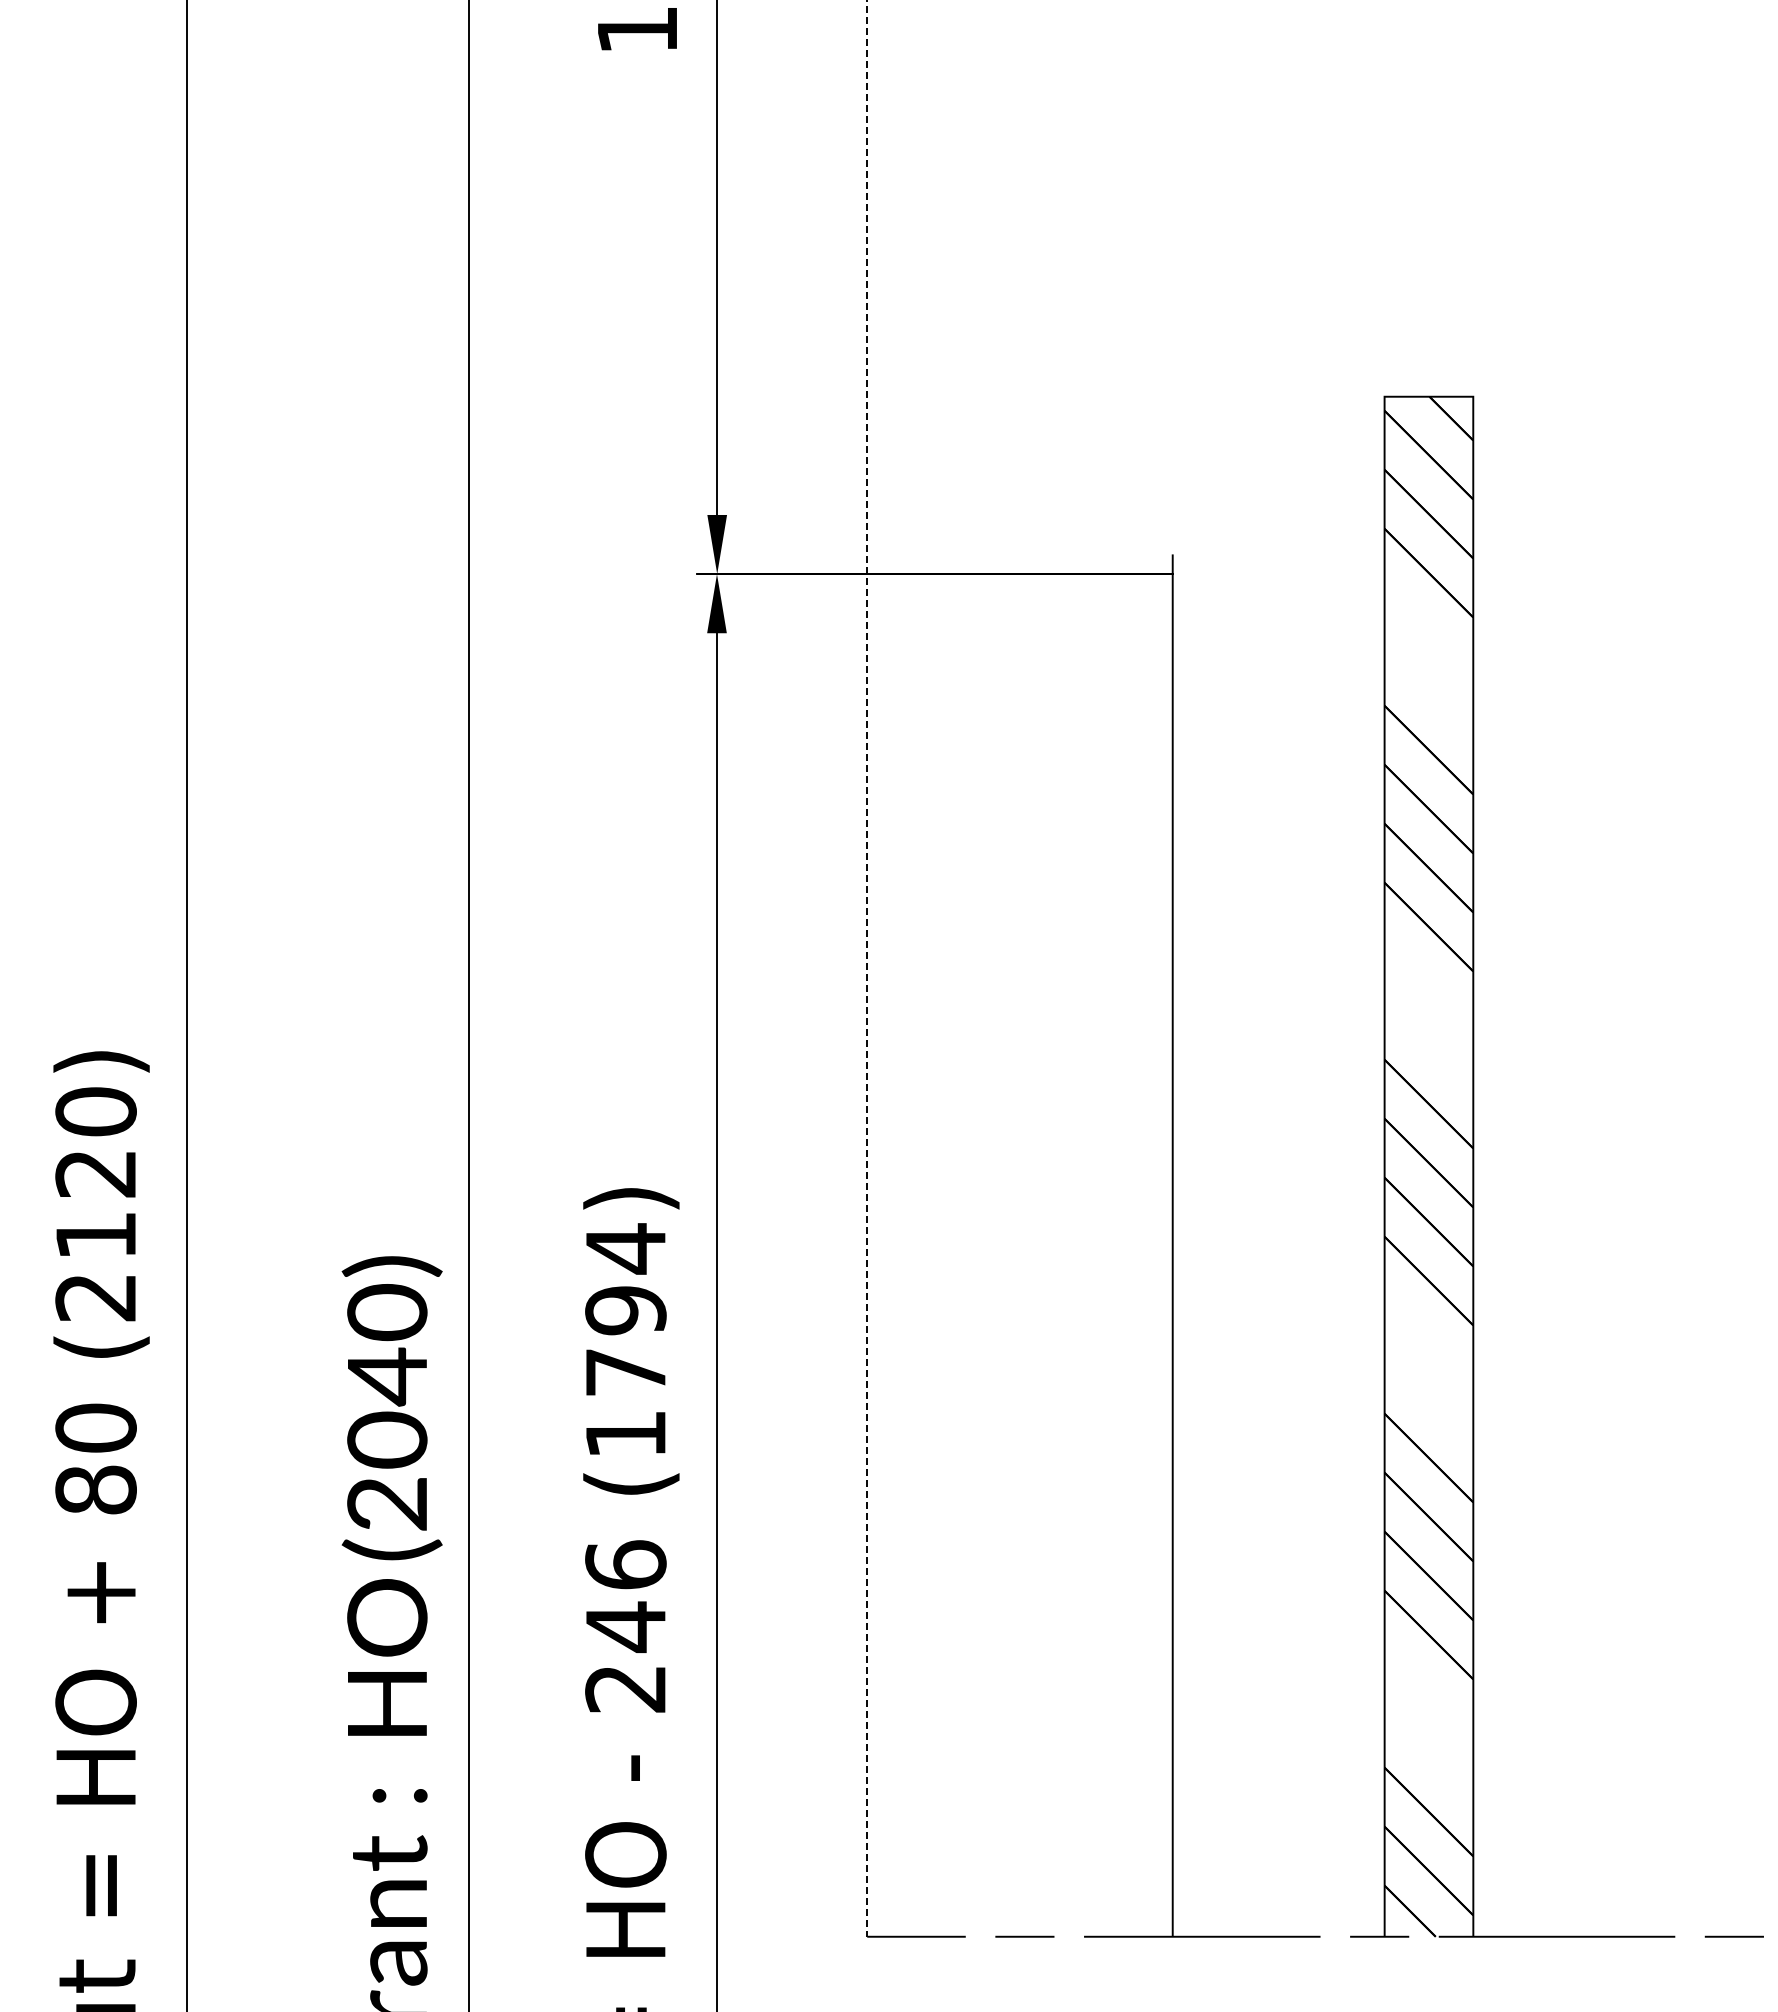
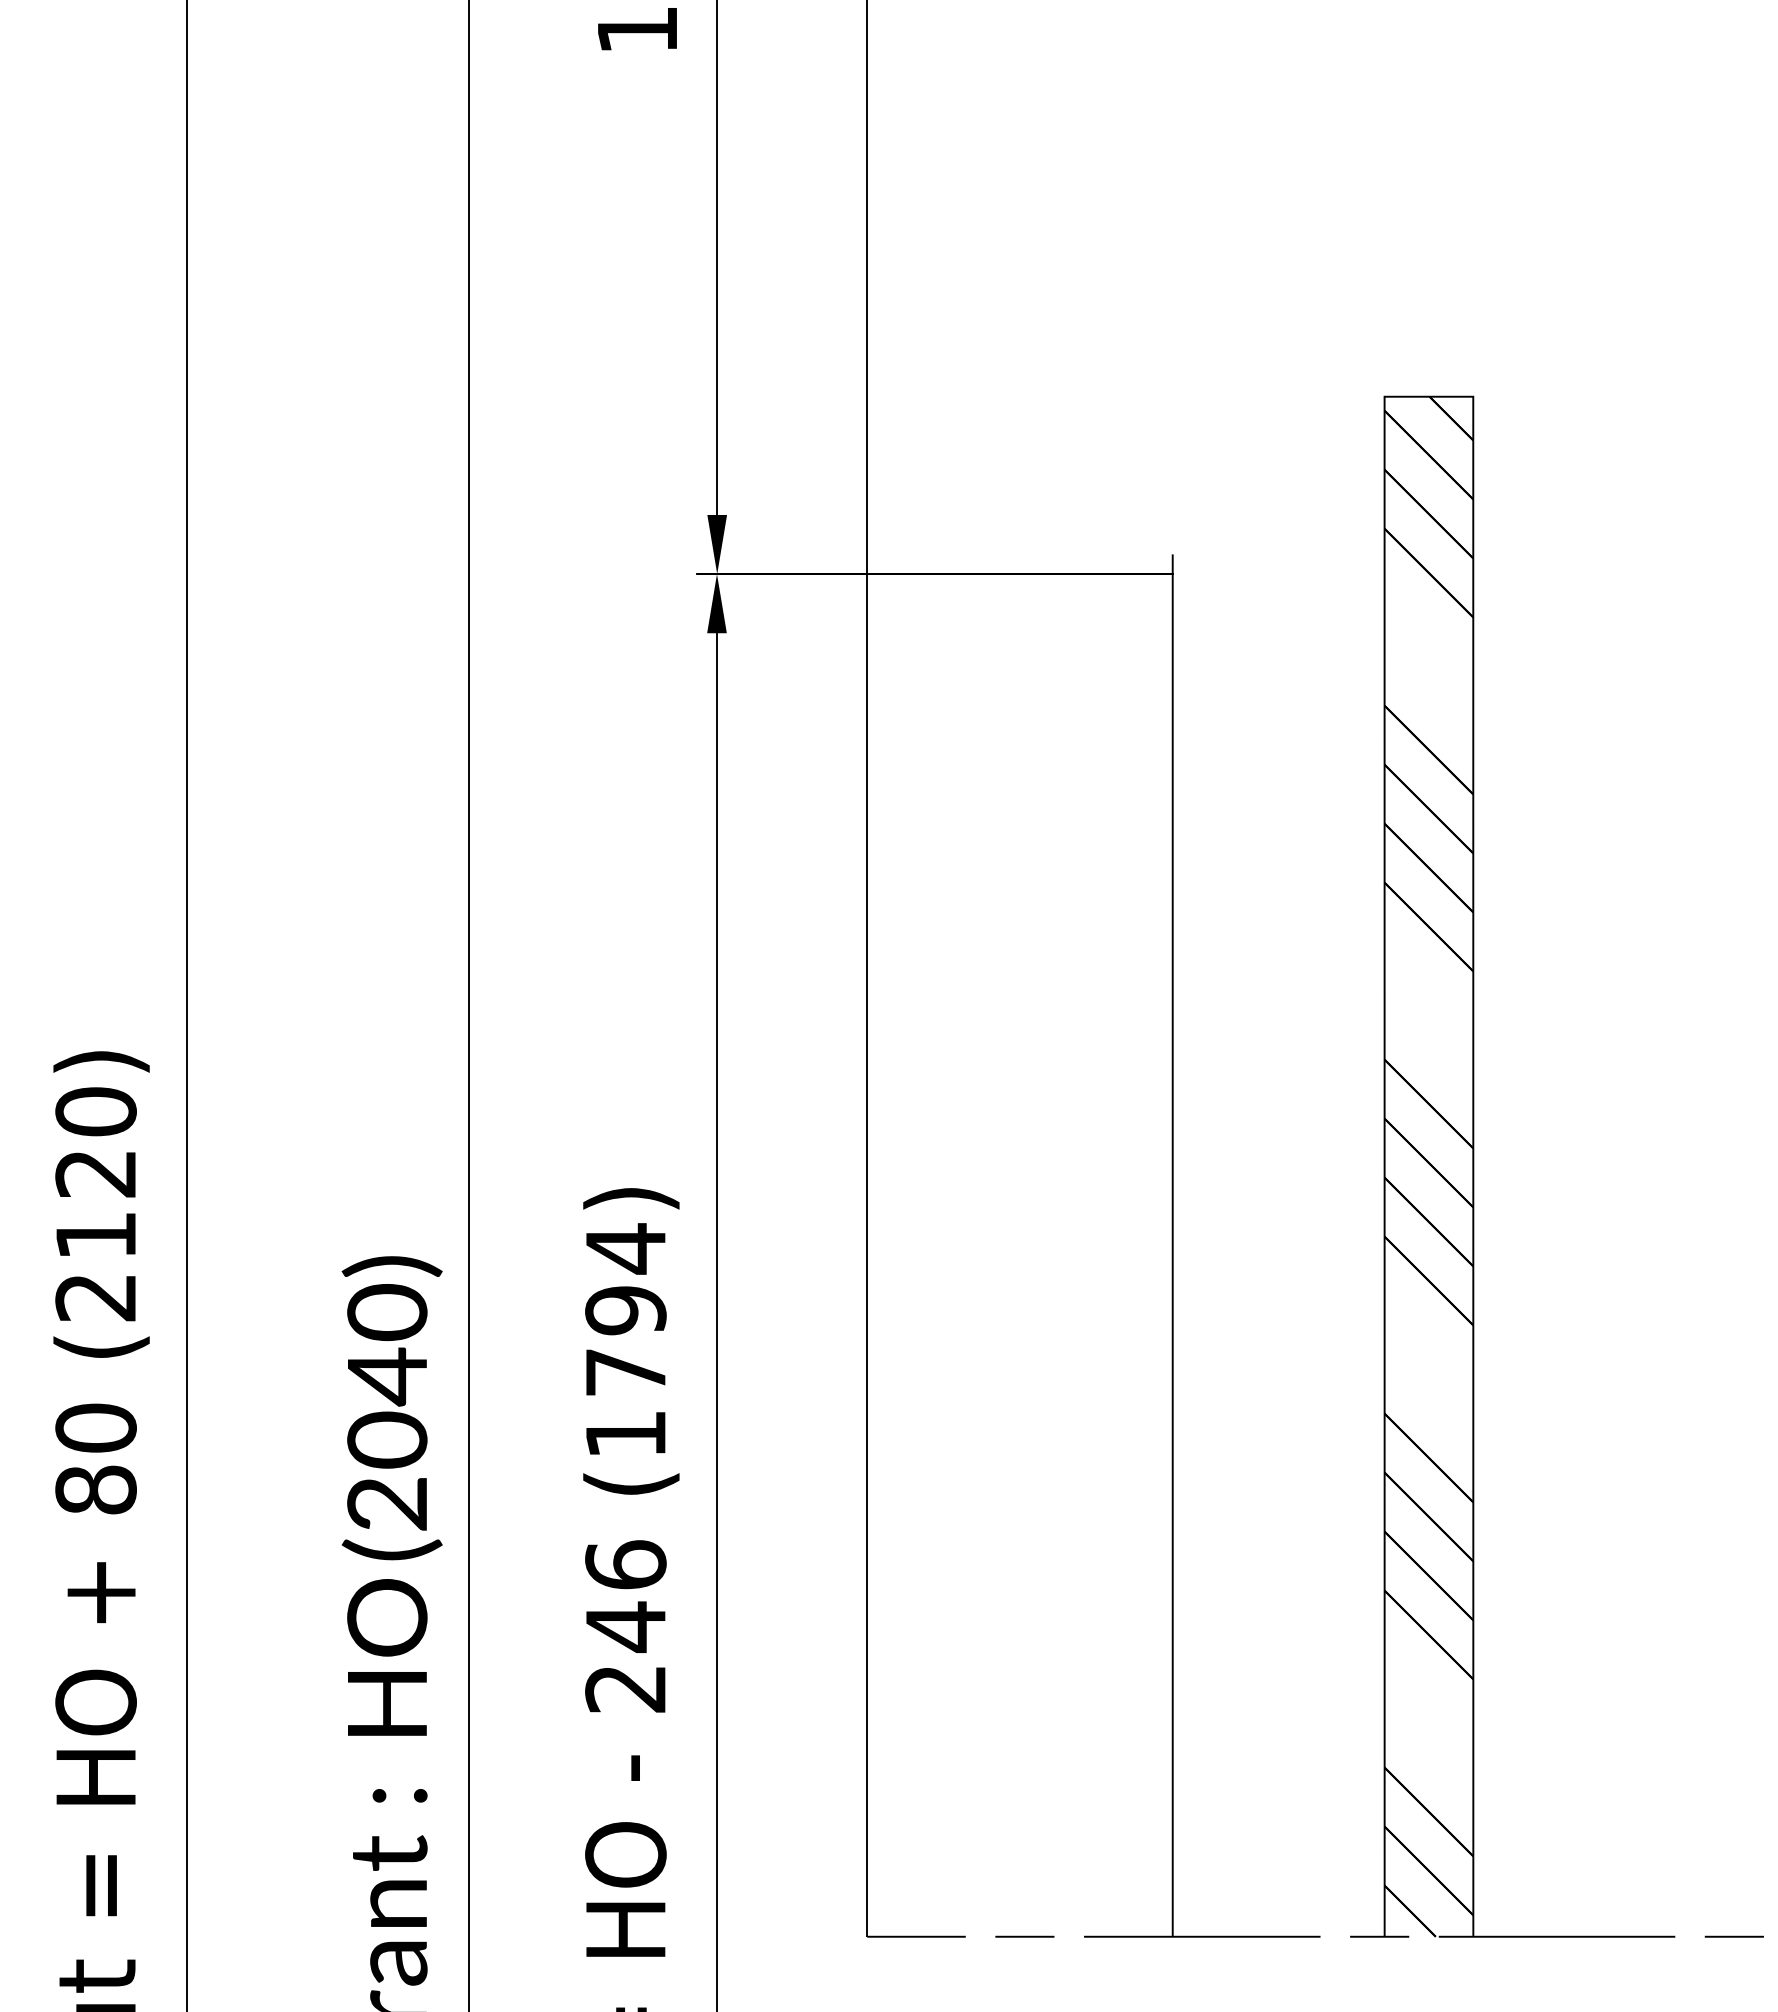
line at (867, 968): dashed -> solid
